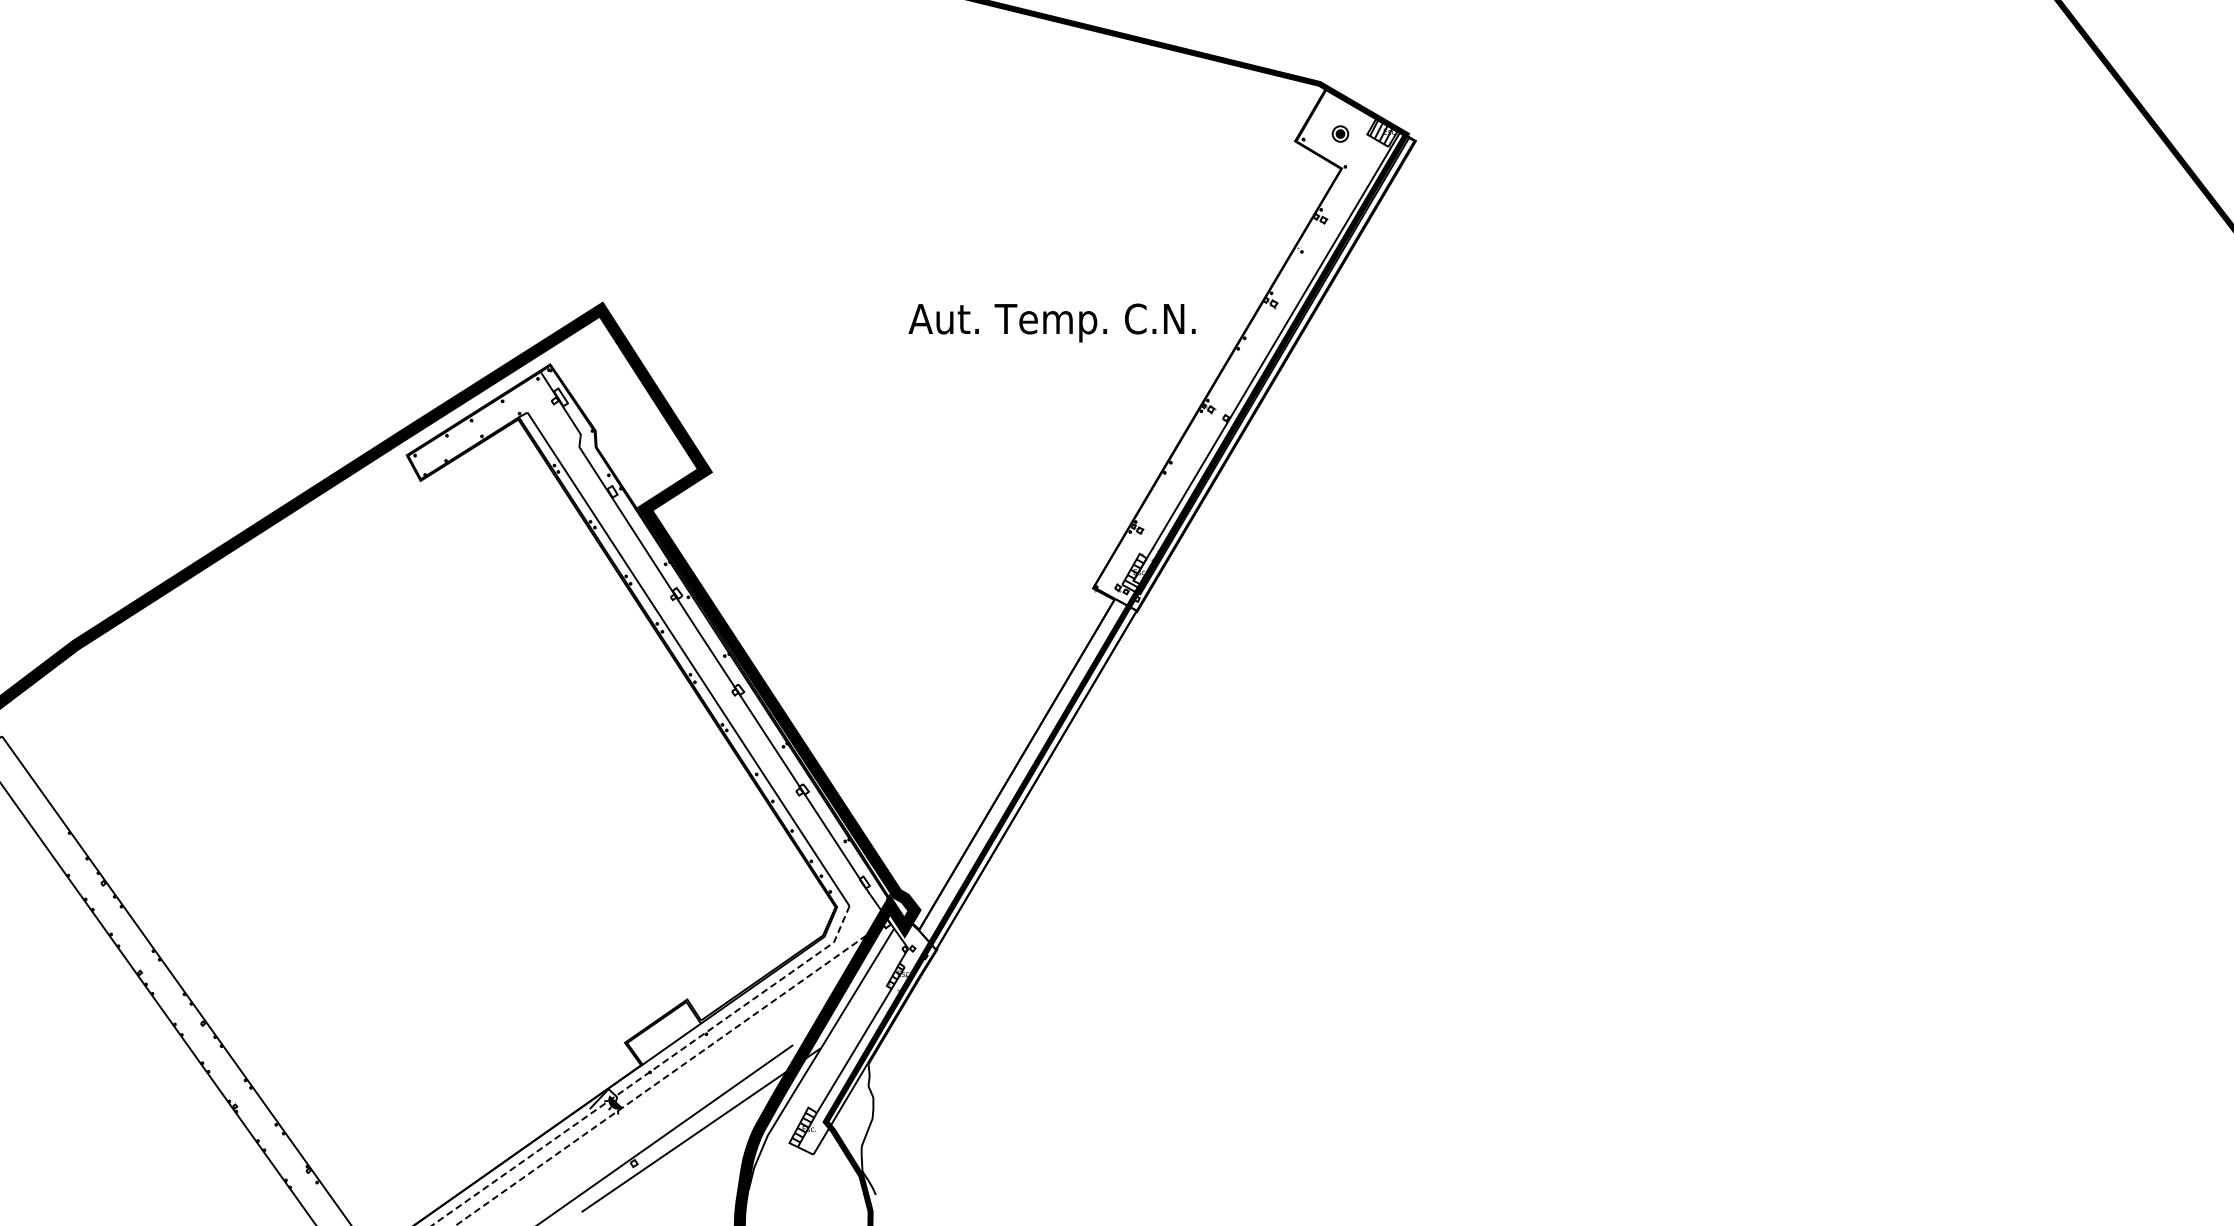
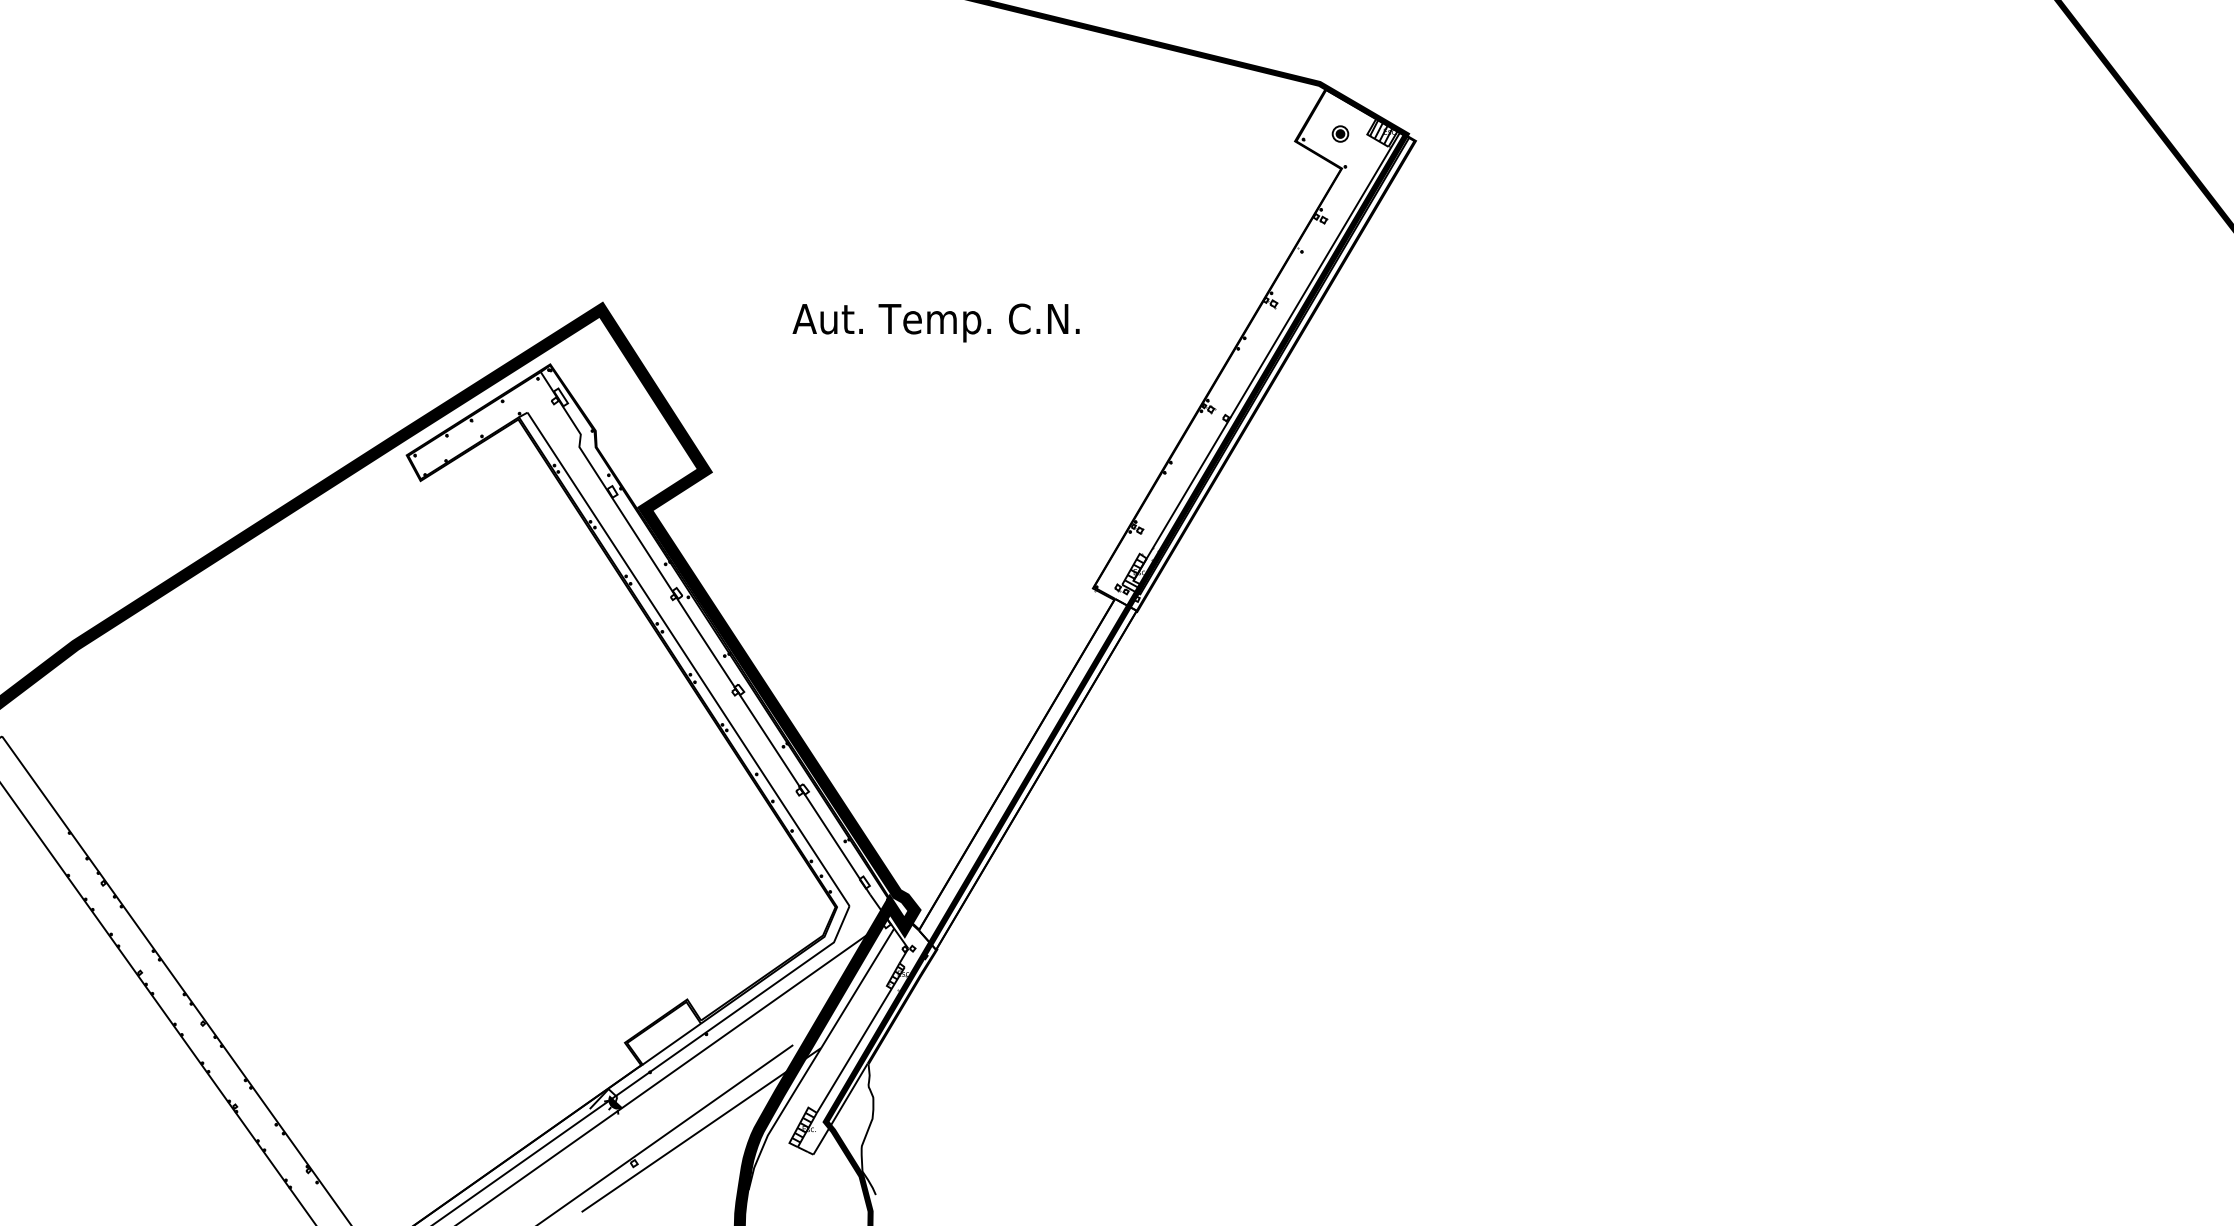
text at (1051, 322) position: (1051, 322) -> (935, 322)
line at (649, 1072): dashed -> solid
line at (669, 1074): dashed -> solid
